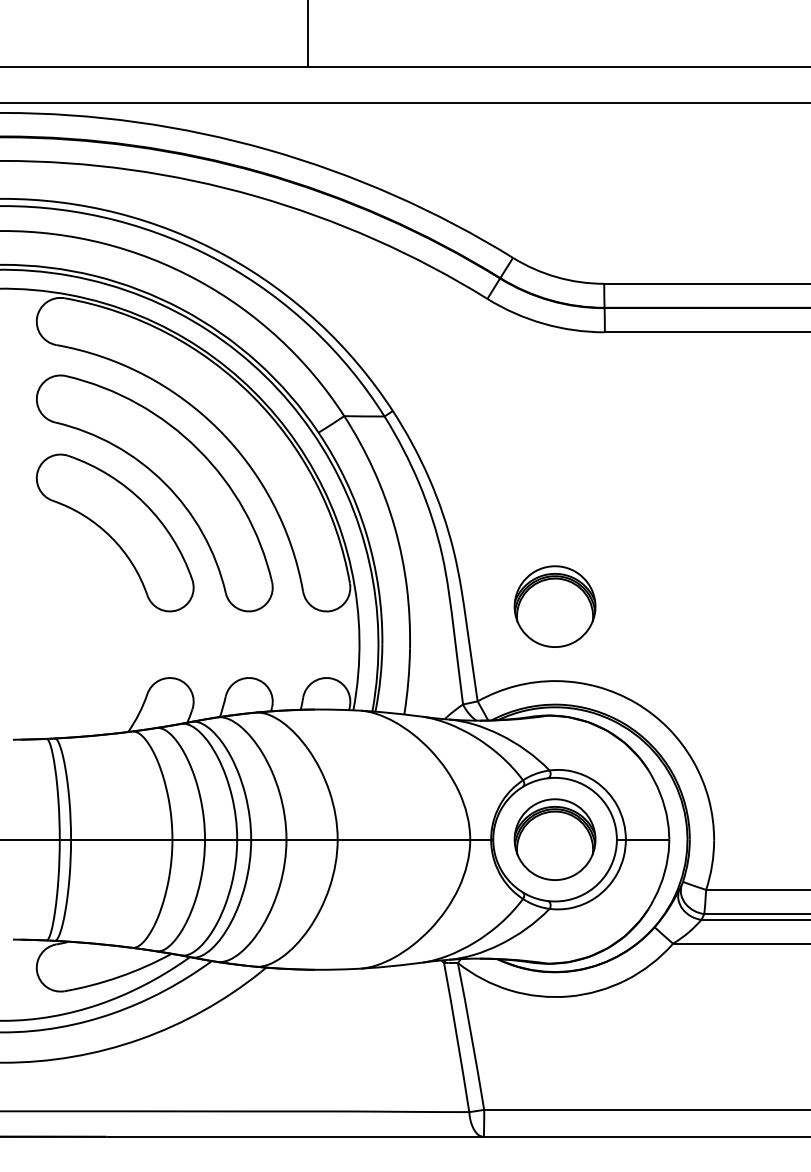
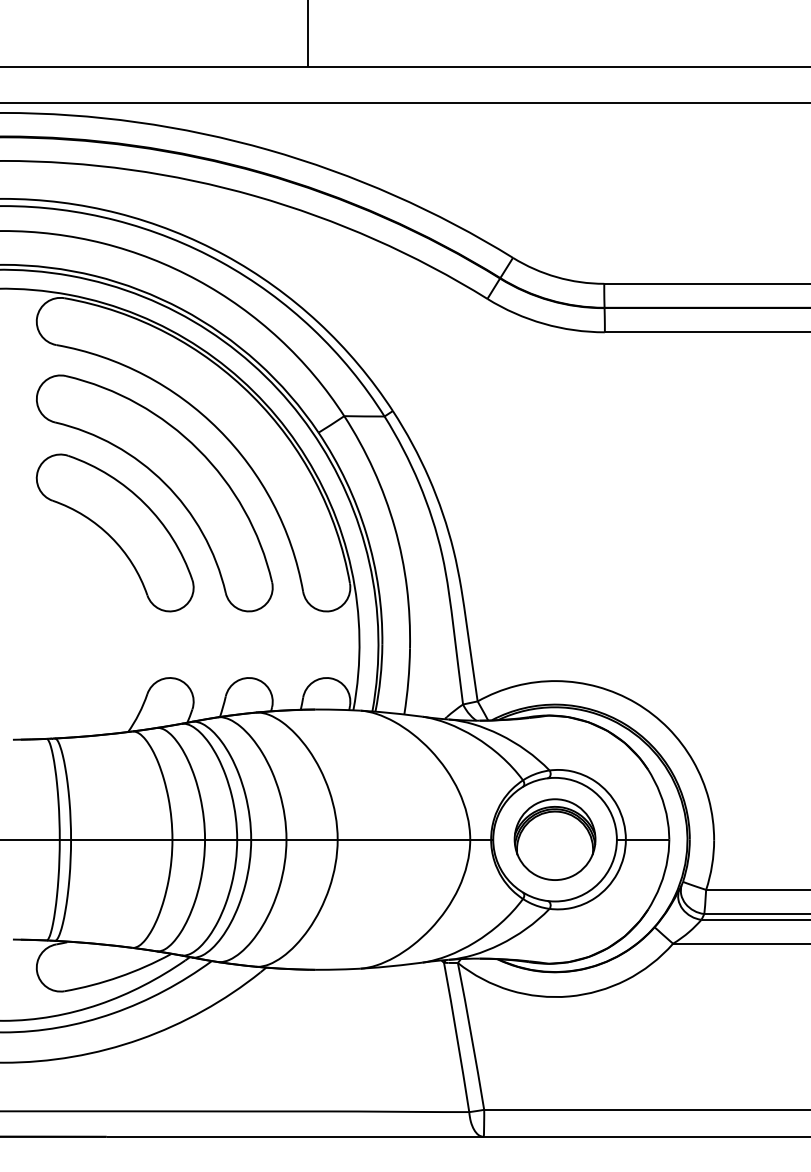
part at (554, 606): present -> none
